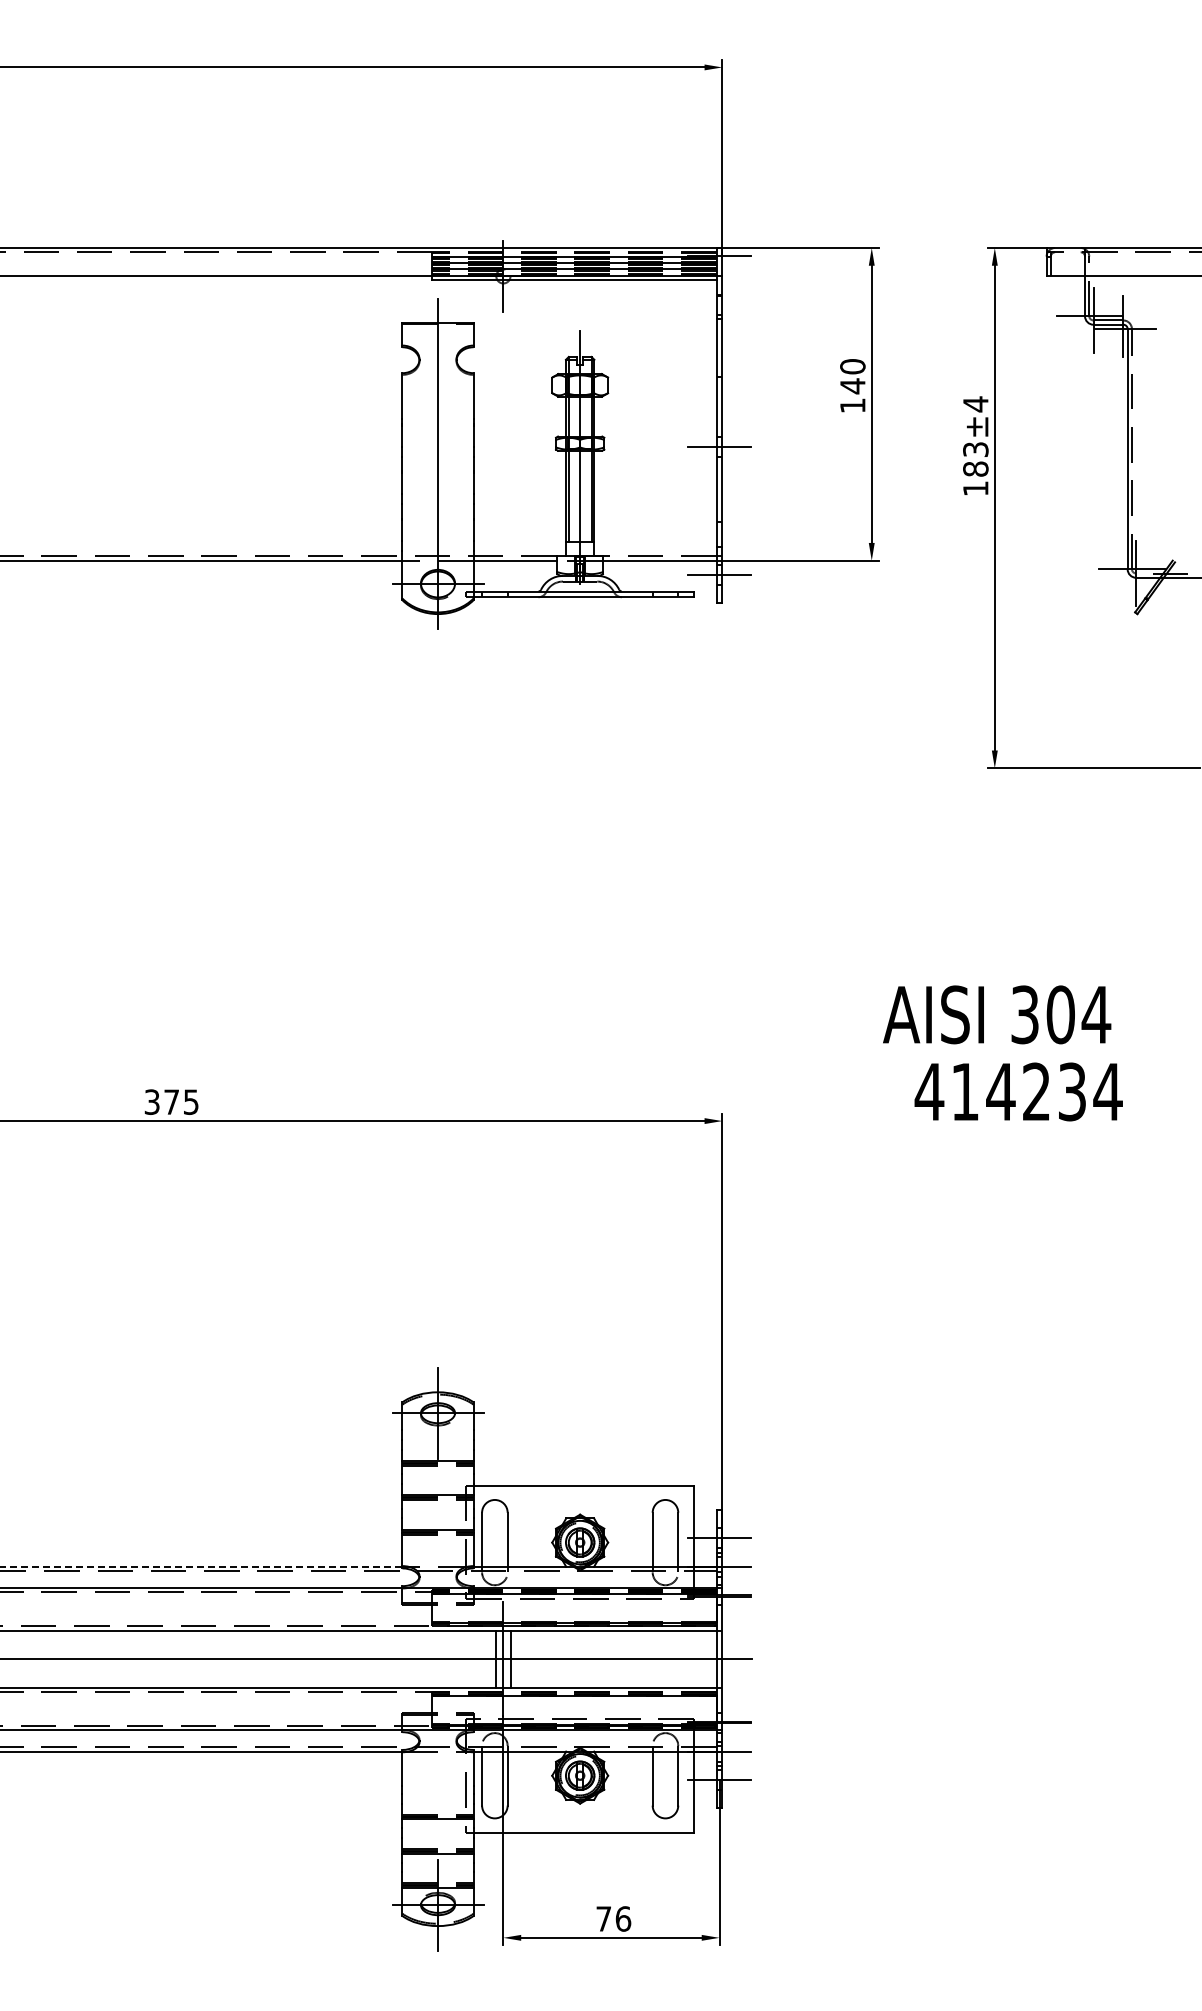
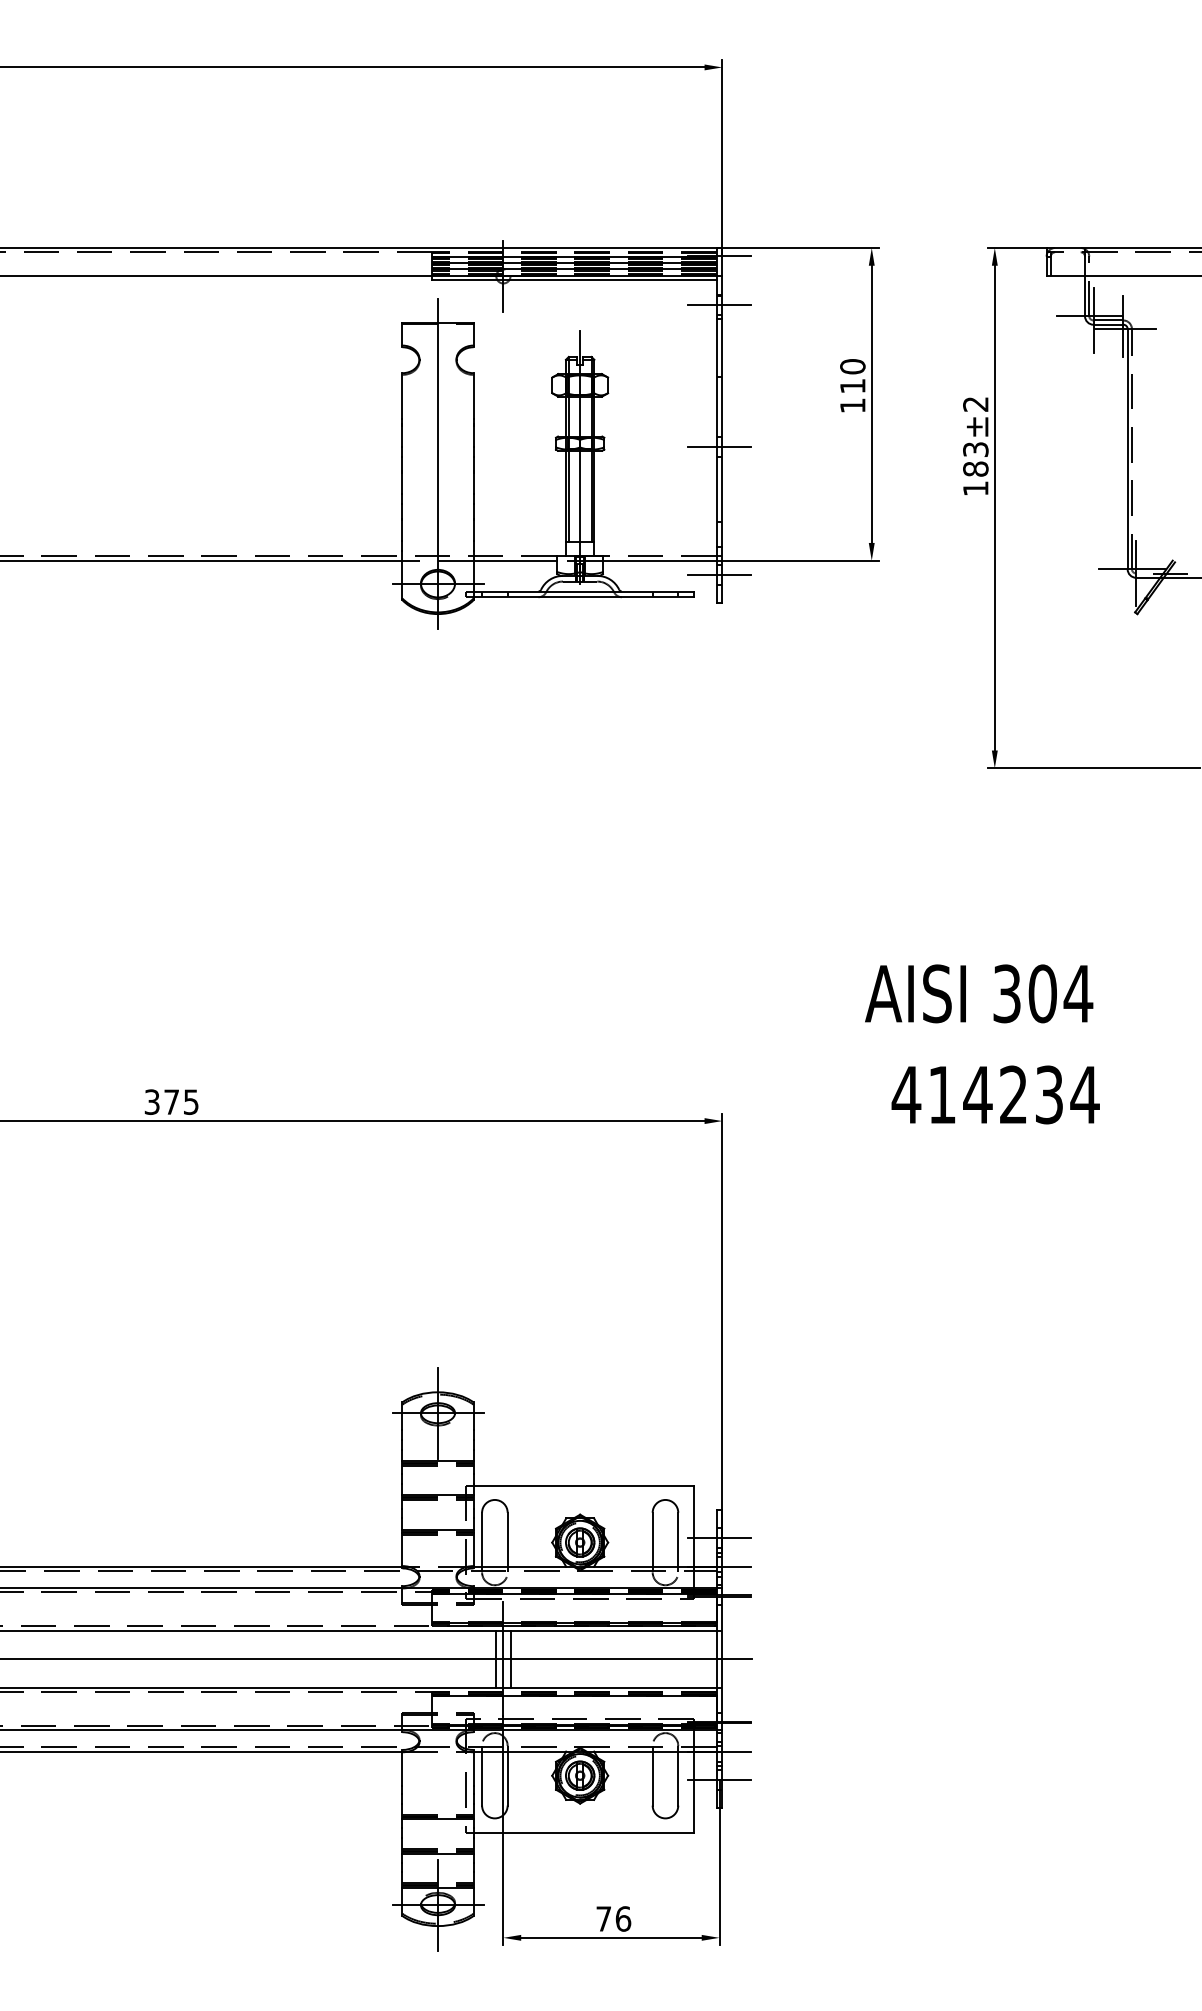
line at (719, 304): none -> present
text at (852, 386): 140 -> 110
text at (975, 404): ±4 -> ±2
text at (997, 1014) position: (997, 1014) -> (979, 993)
text at (1018, 1091) position: (1018, 1091) -> (995, 1094)
line at (201, 1566): dashed -> solid
